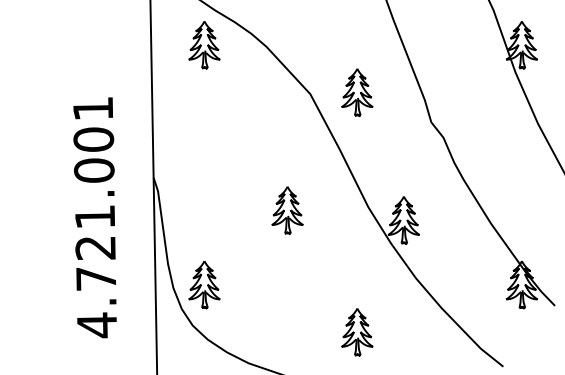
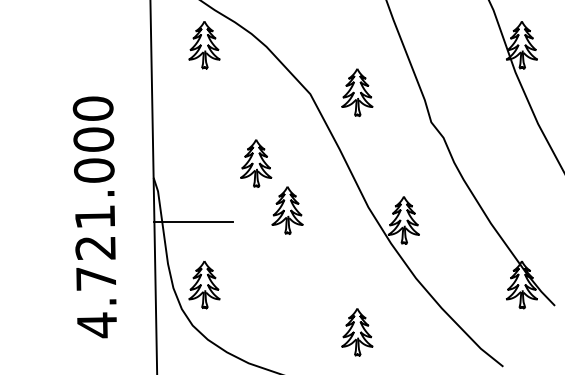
text at (92, 108): 4.721.001 -> 4.721.000
part at (256, 163): none -> present
line at (193, 222): none -> present
